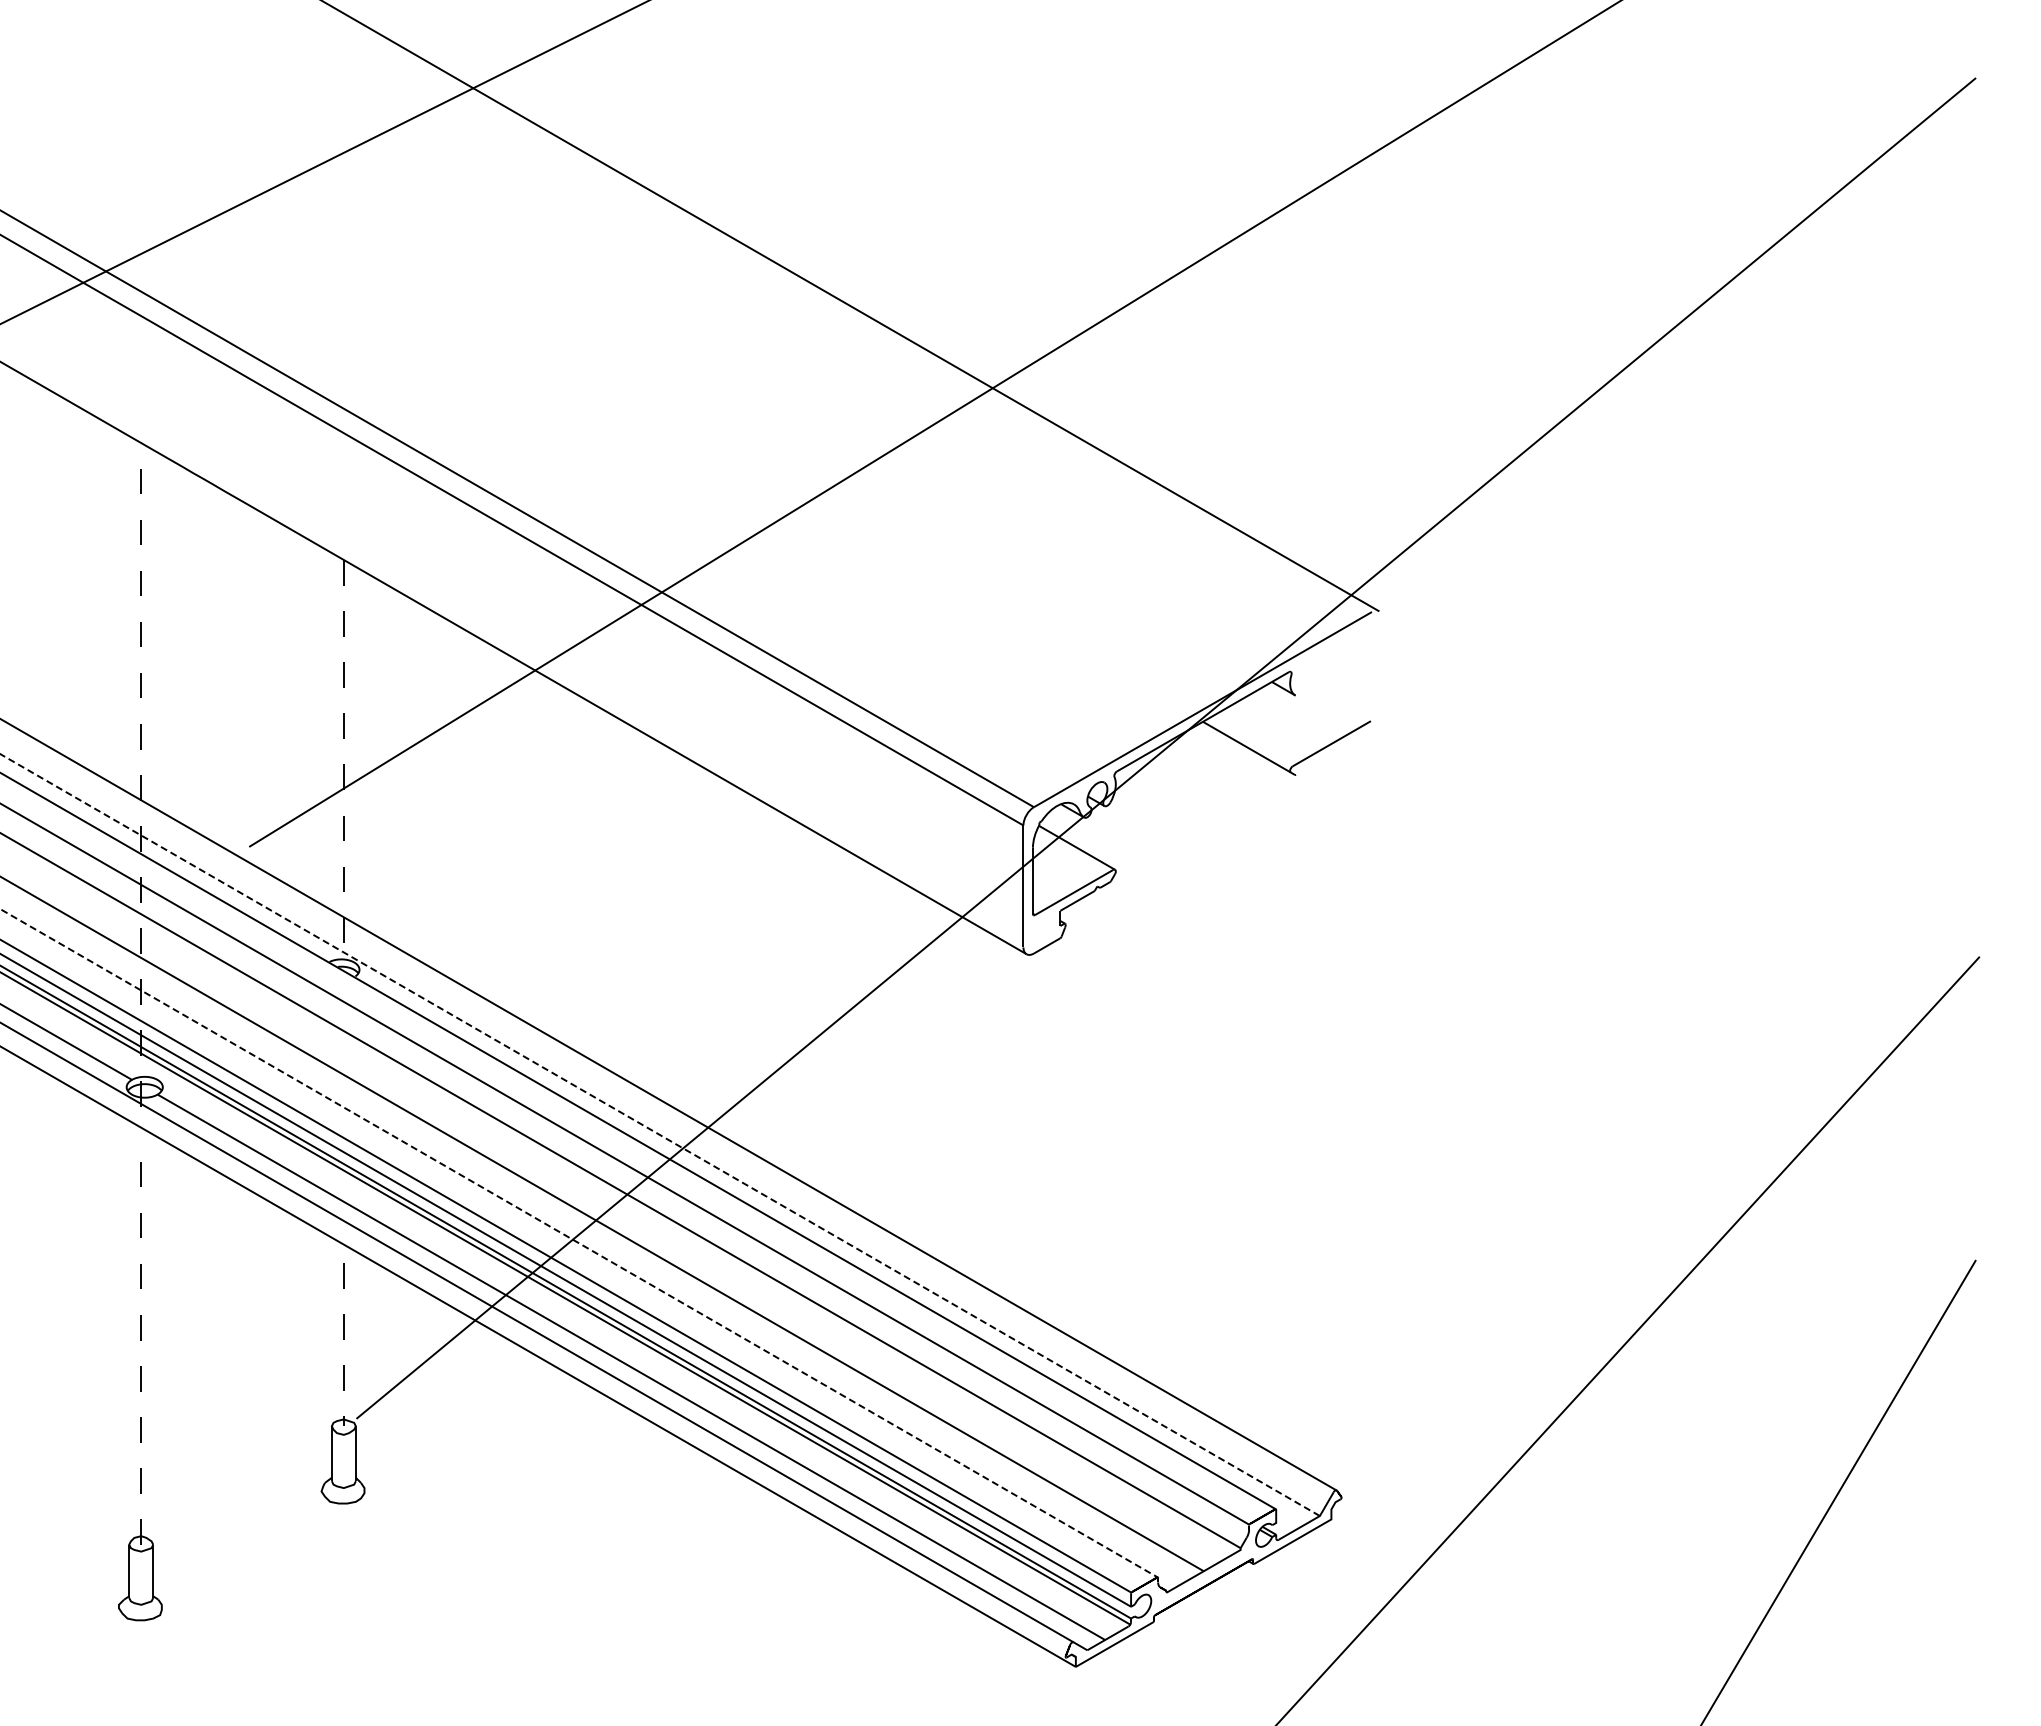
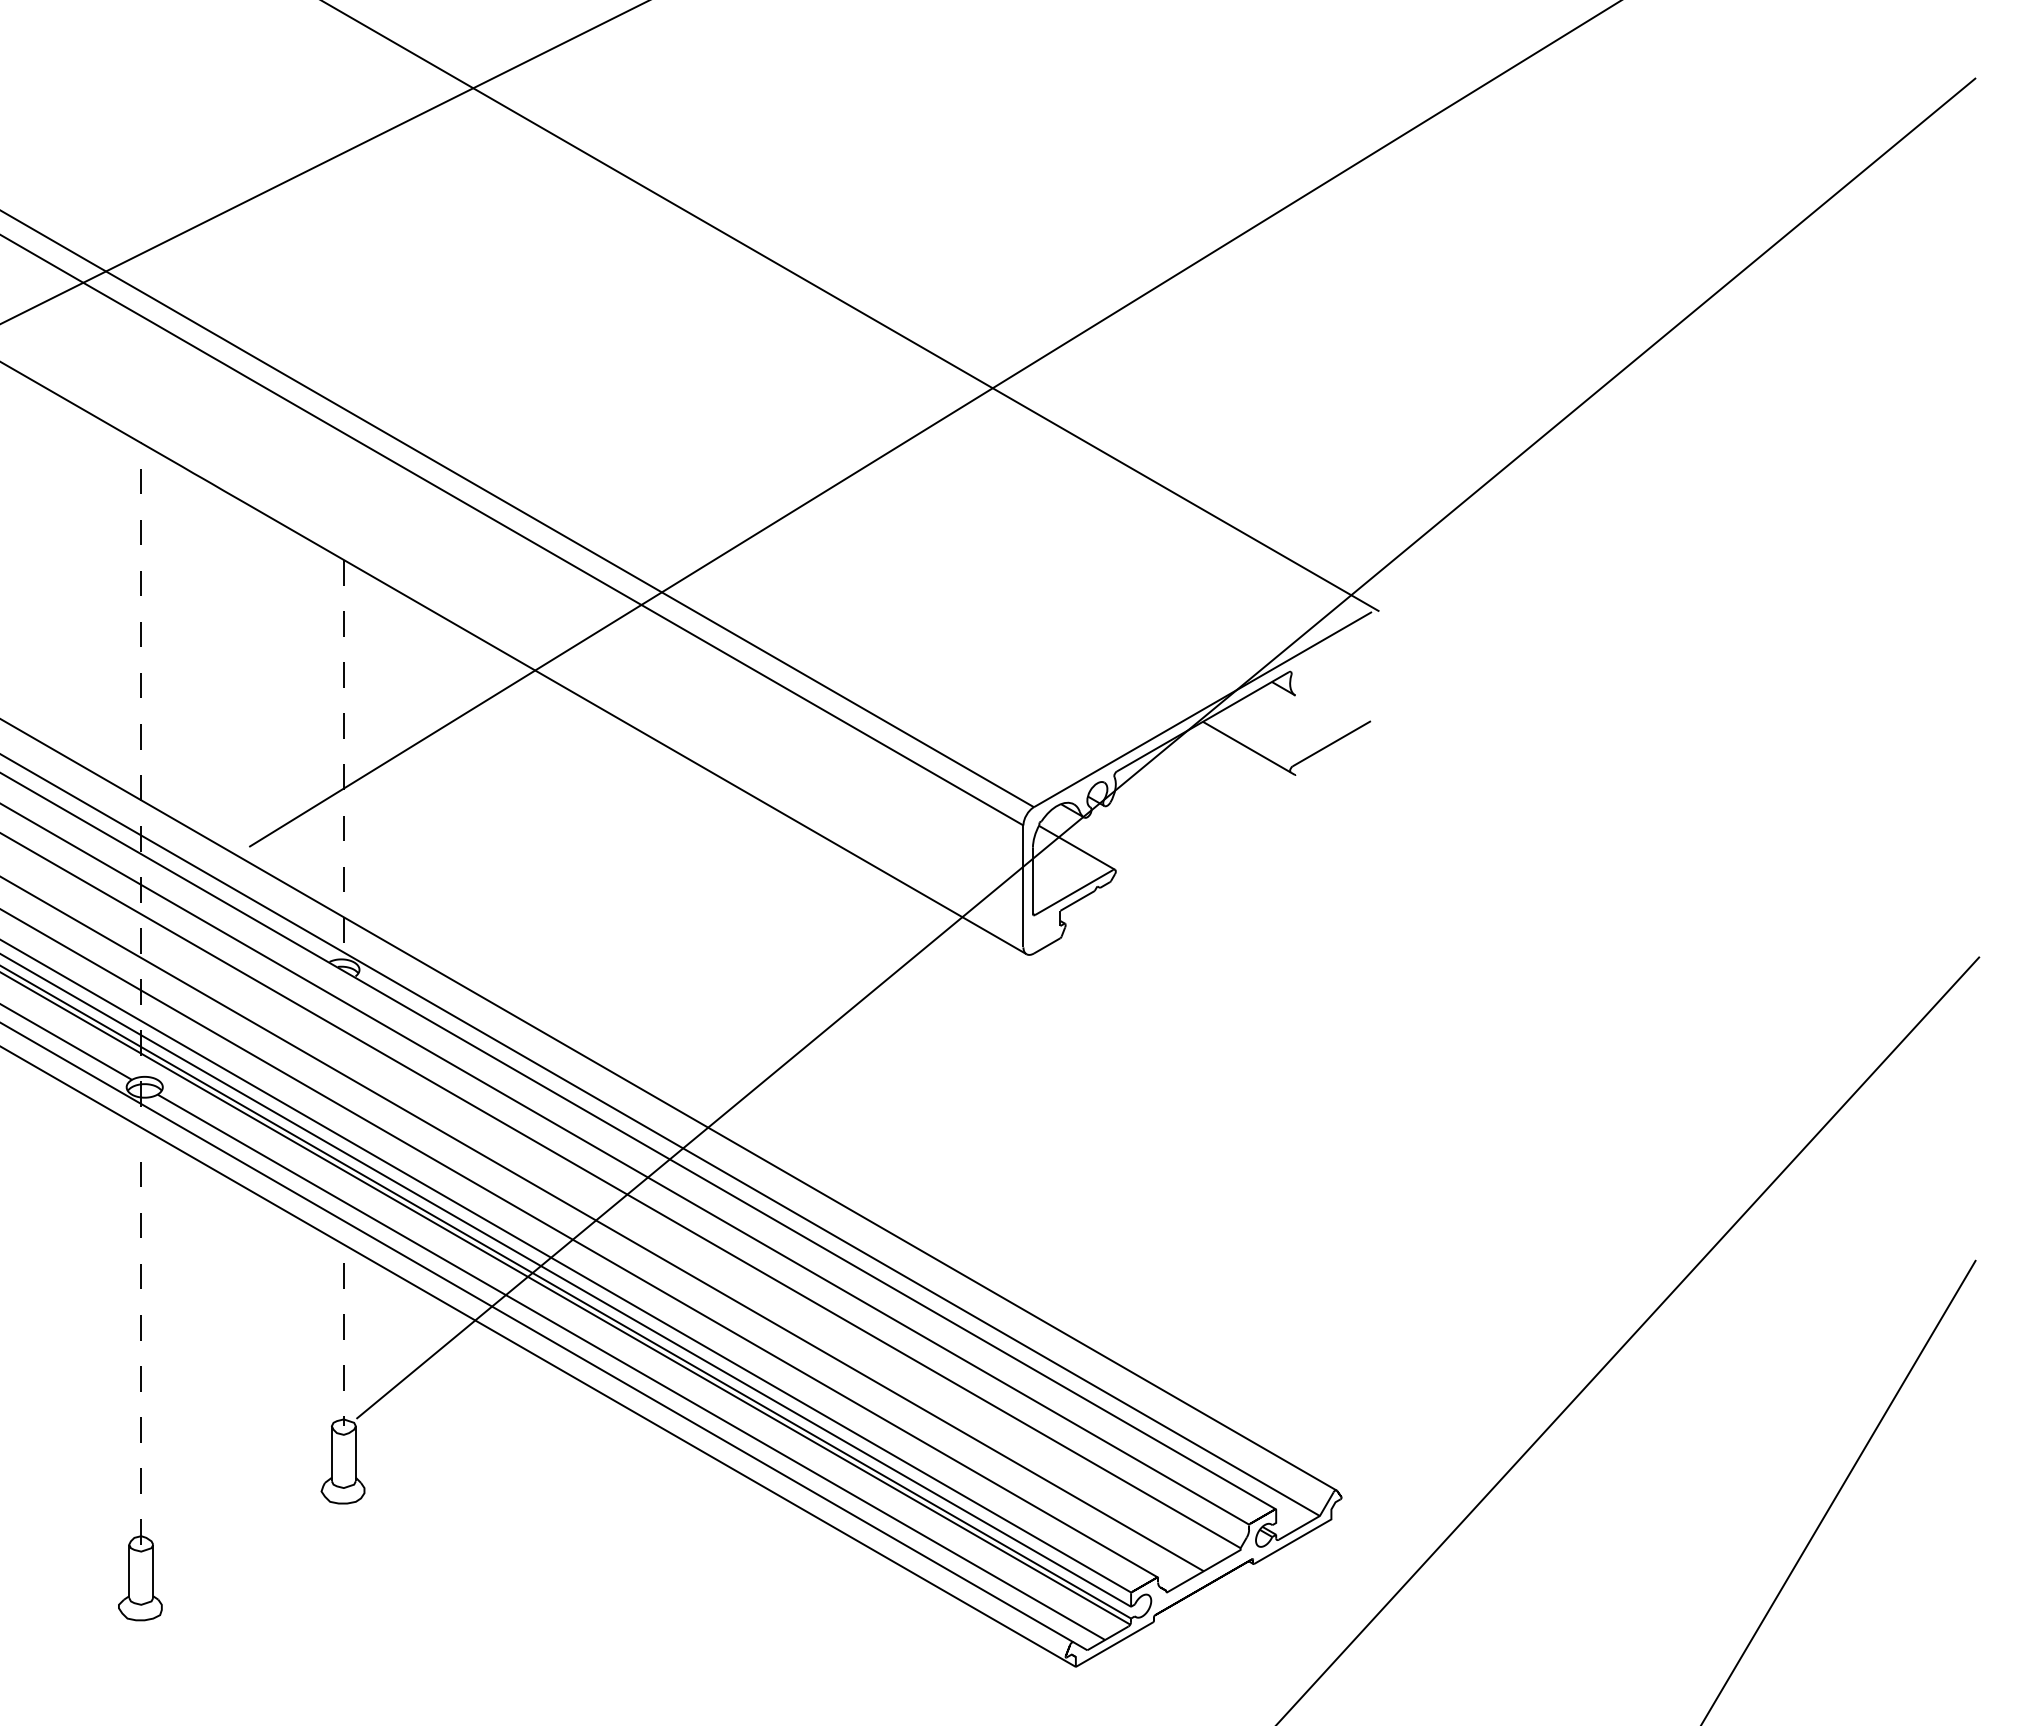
line at (660, 1135): dashed -> solid
line at (579, 1243): dashed -> solid
